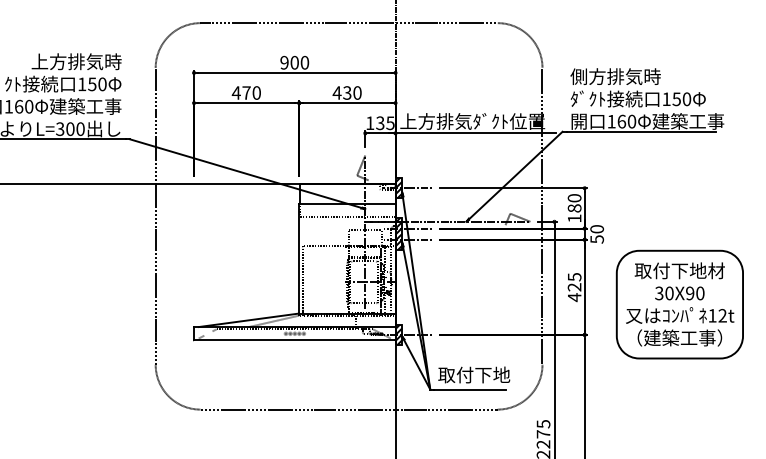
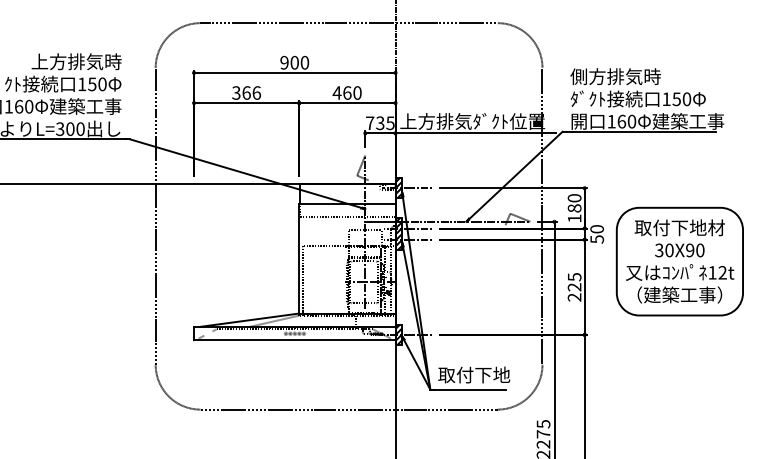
text at (246, 92): 470 -> 366
text at (347, 92): 430 -> 460
text at (370, 122): 135 -> 735
text at (574, 297): 425 -> 225
part at (679, 304) position: (679, 304) -> (679, 261)
